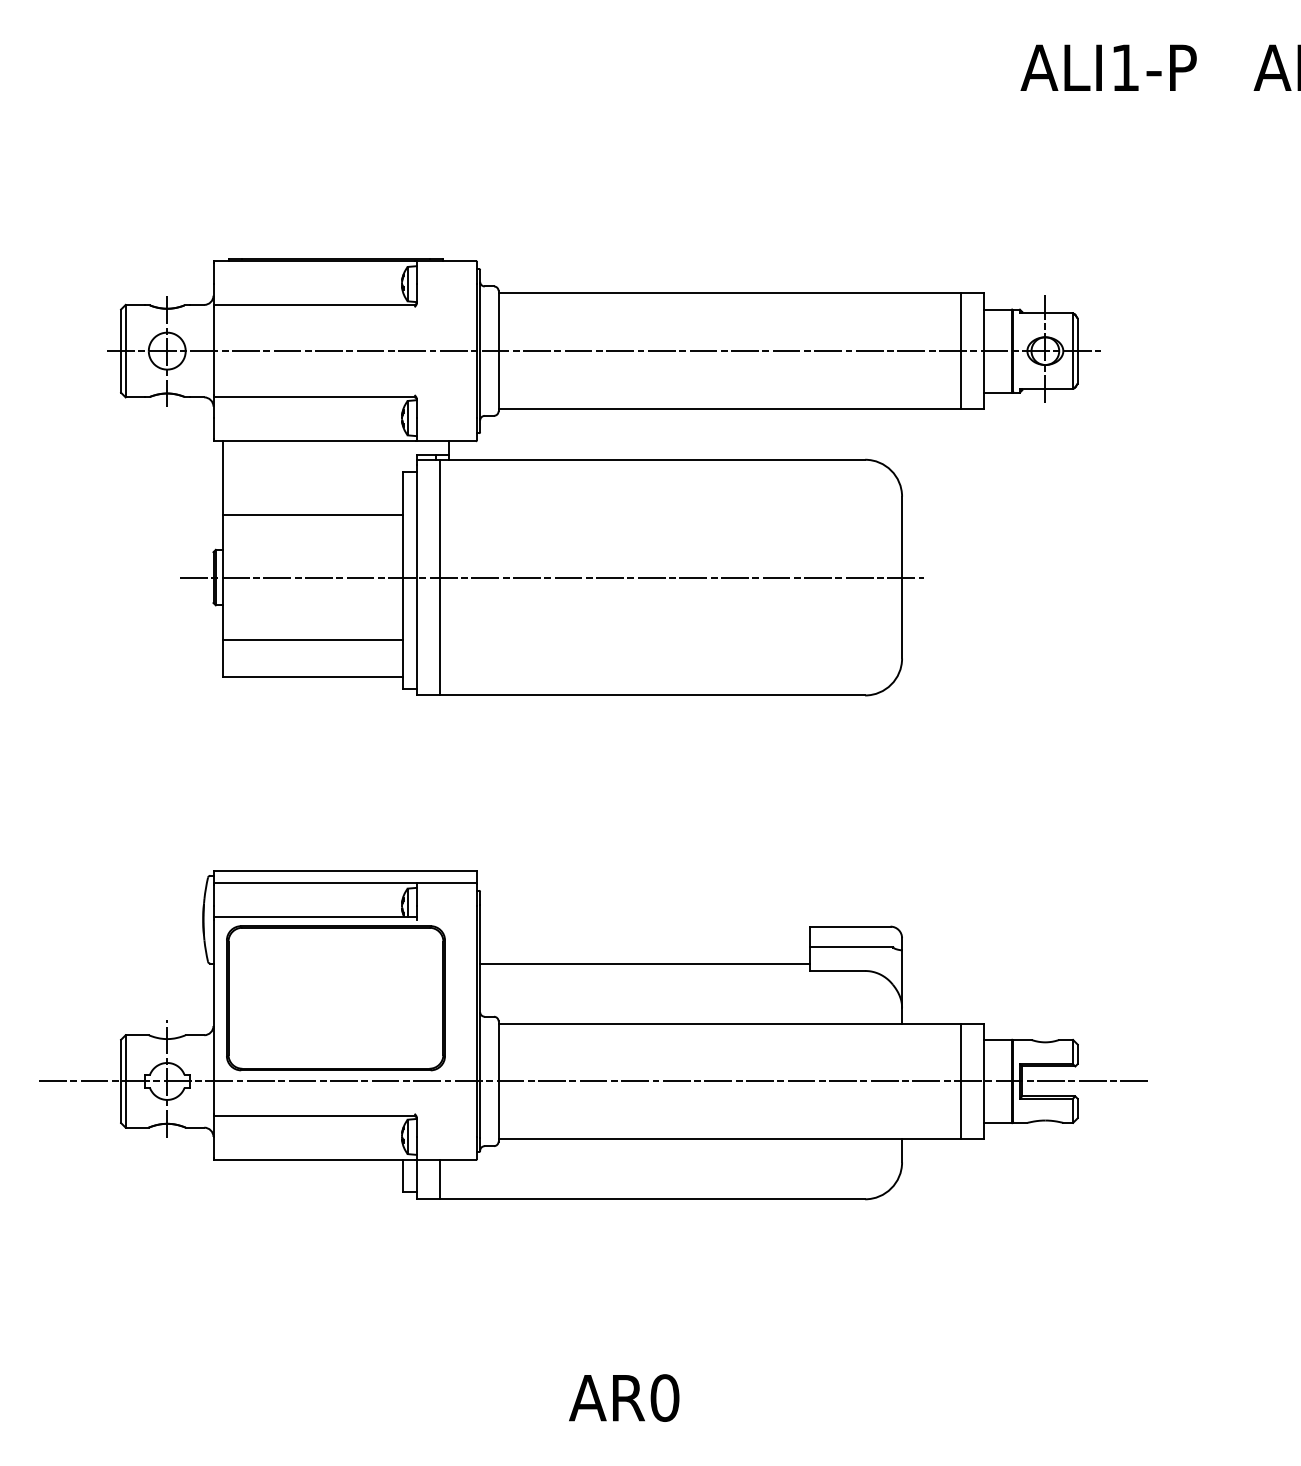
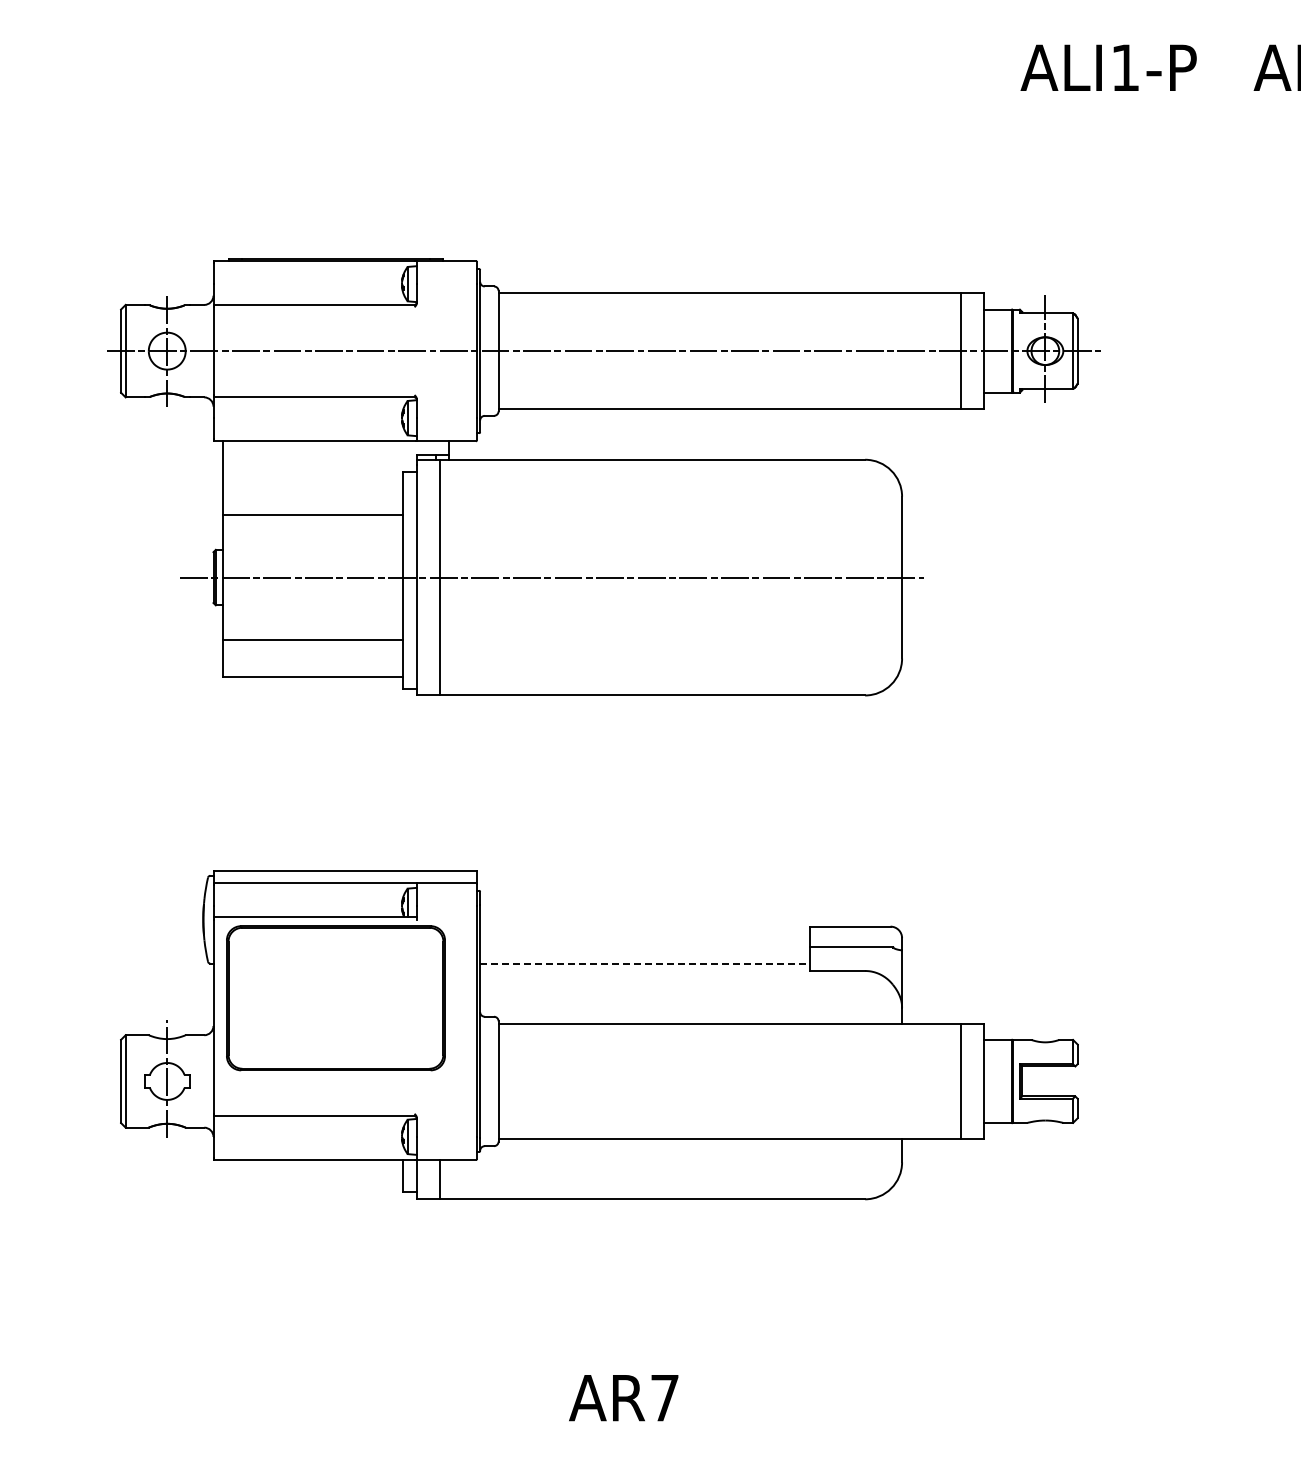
line at (644, 963): solid -> dashed
line at (594, 1081): present -> none
text at (664, 1397): AR0 -> AR7
